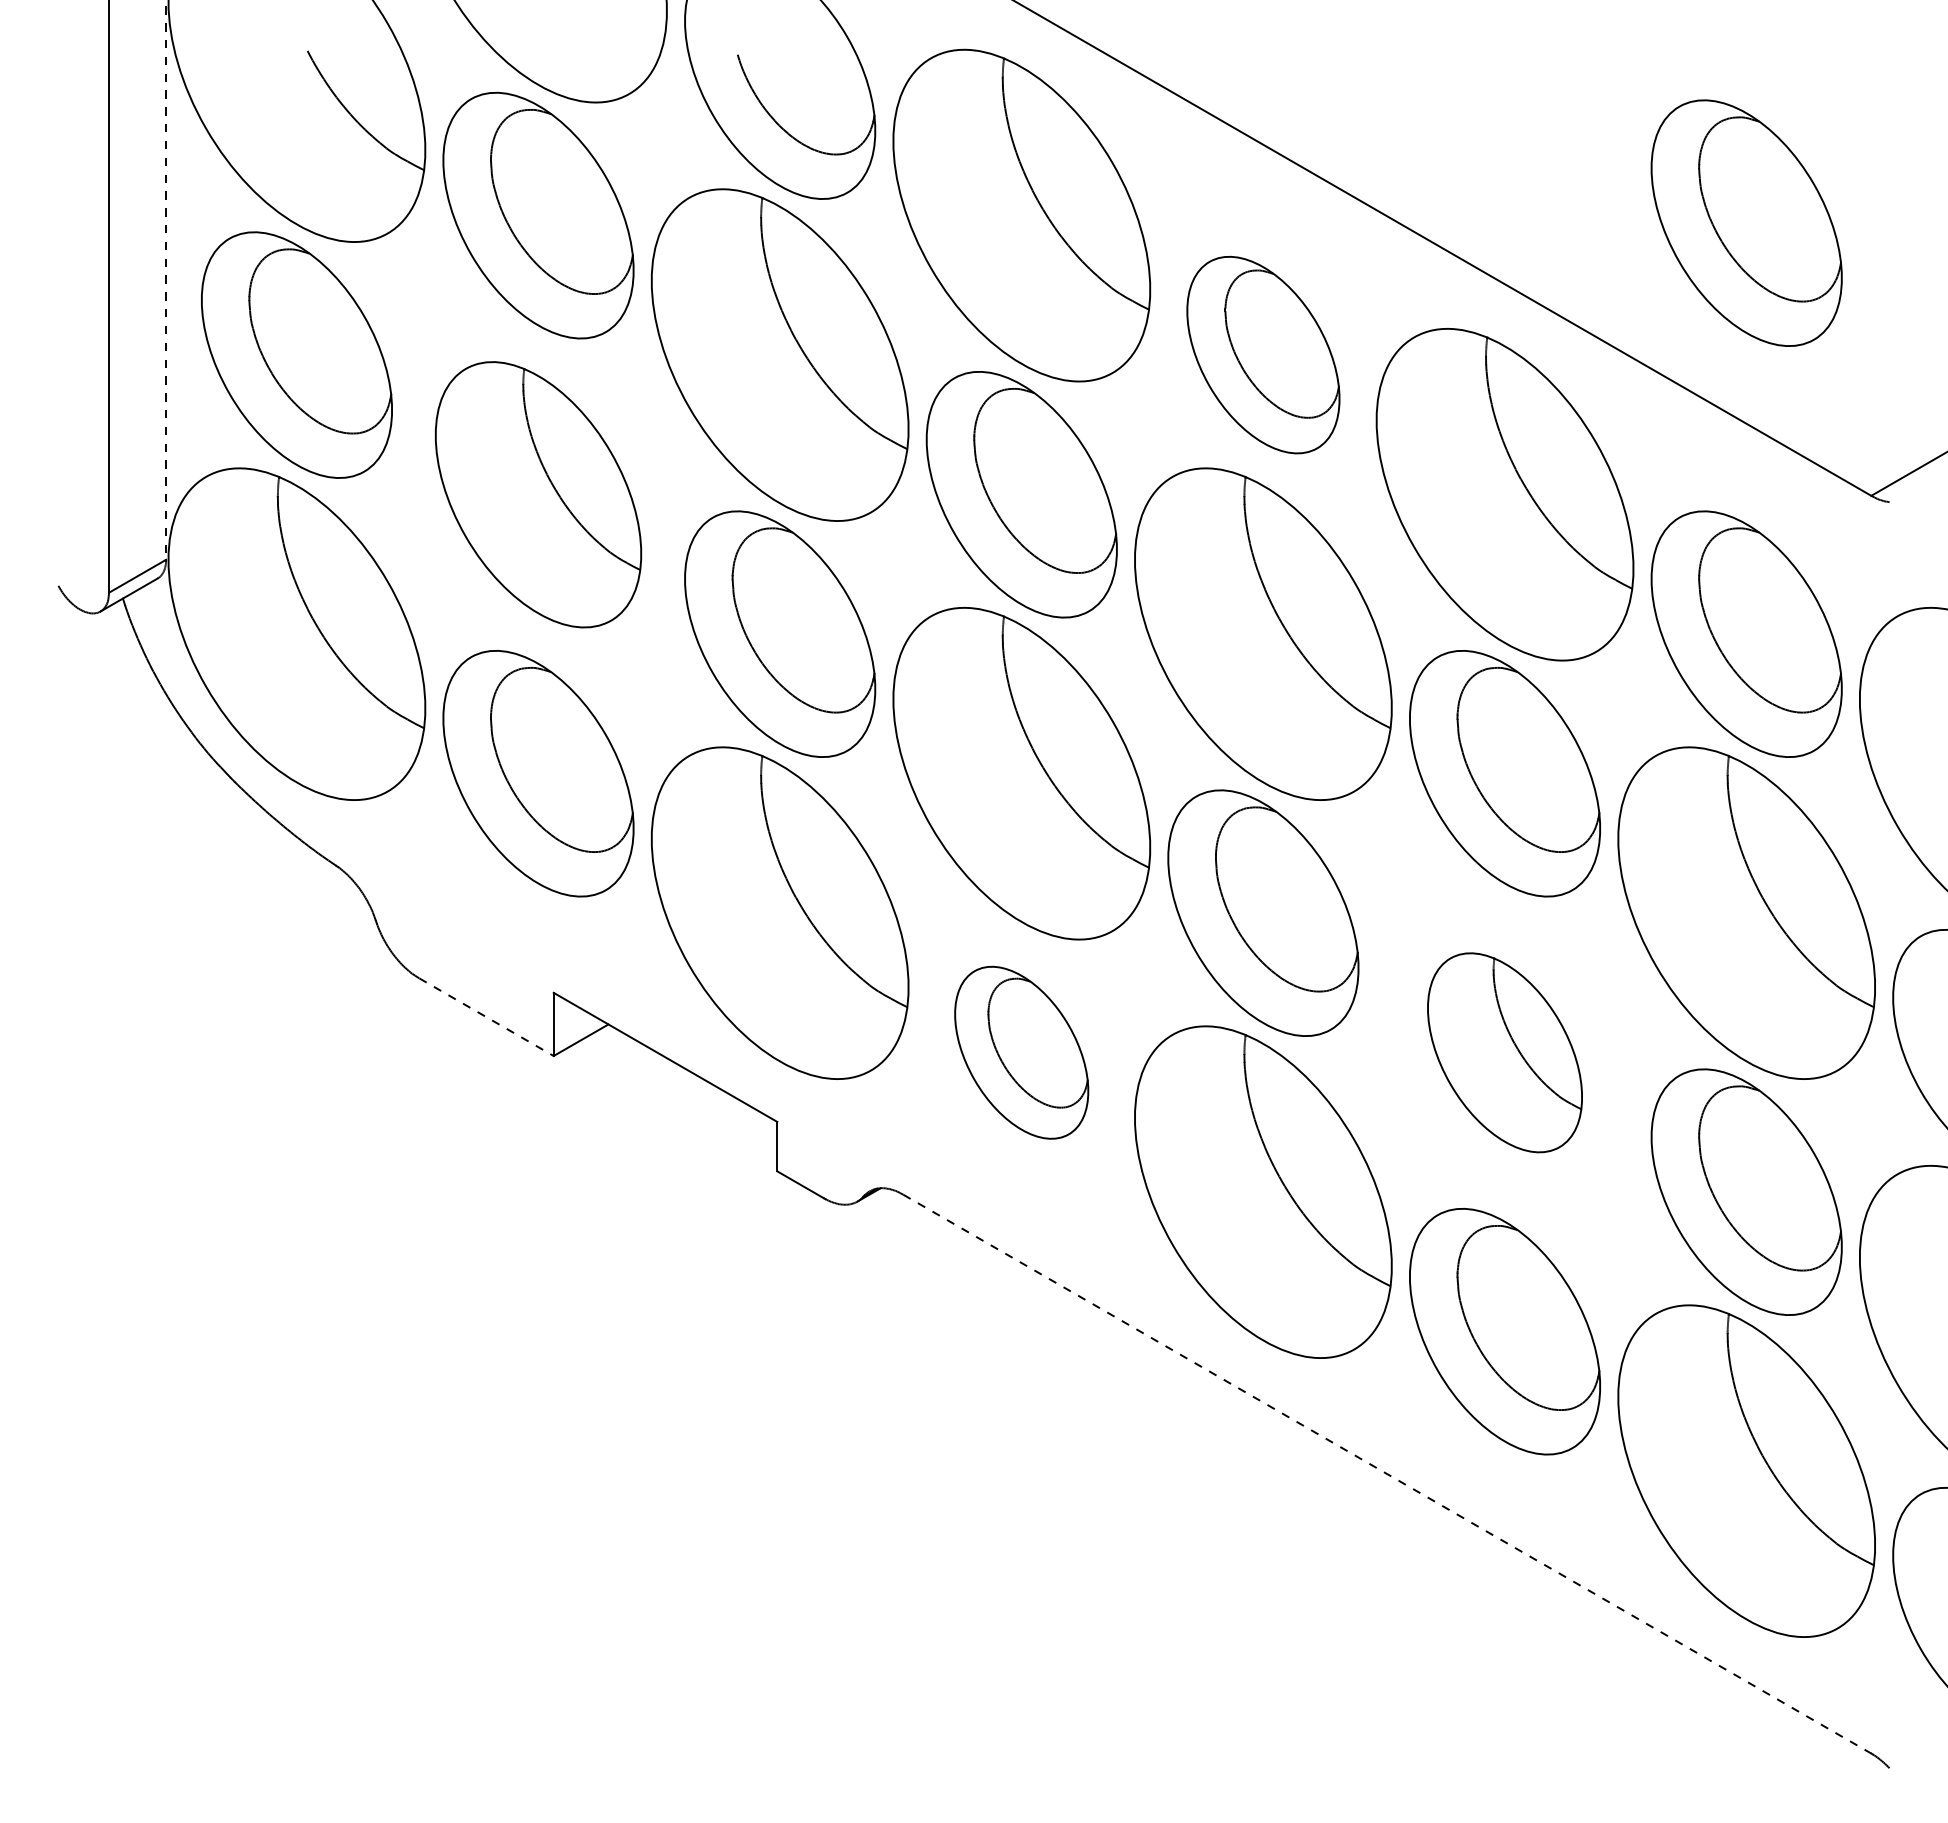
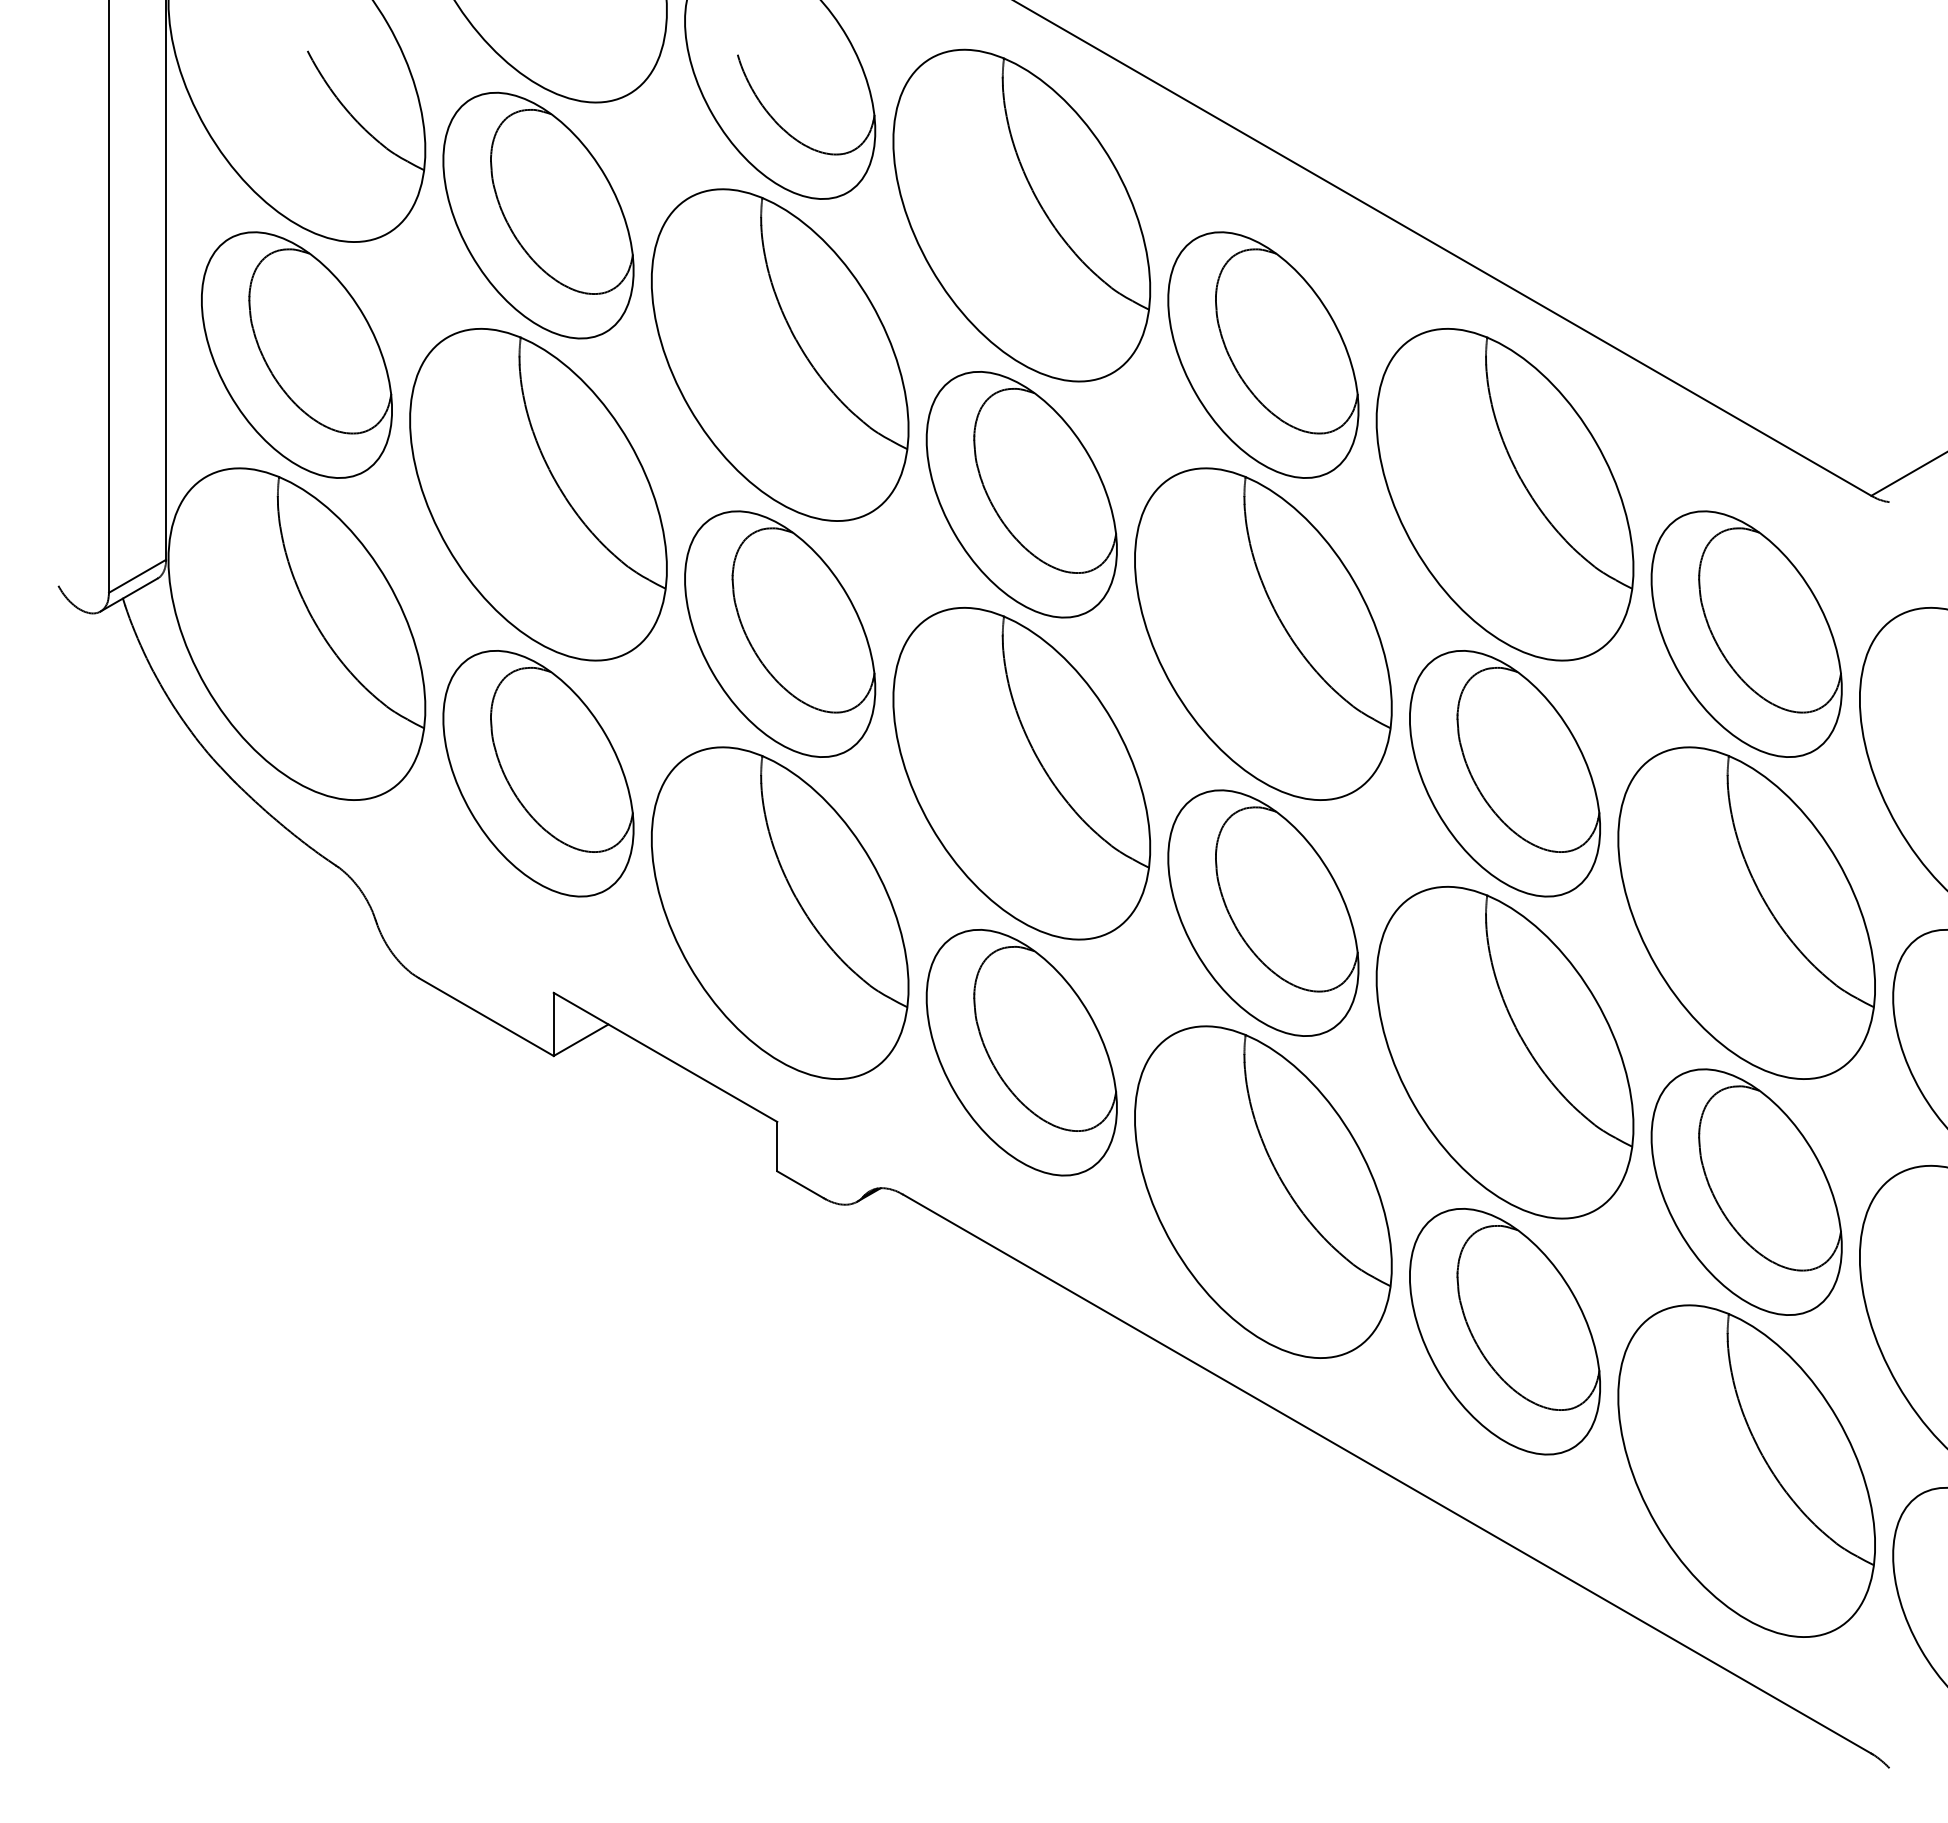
part at (1746, 222): present -> none
line at (166, 280): dashed -> solid
part at (1263, 355) size: 155x199 px -> 193x248 px
part at (538, 494) size: 208x268 px -> 259x334 px
line at (486, 1017): dashed -> solid
part at (1021, 1052) size: 136x175 px -> 193x248 px
part at (1504, 1052) size: 156x202 px -> 260x334 px
line at (1387, 1474): dashed -> solid
